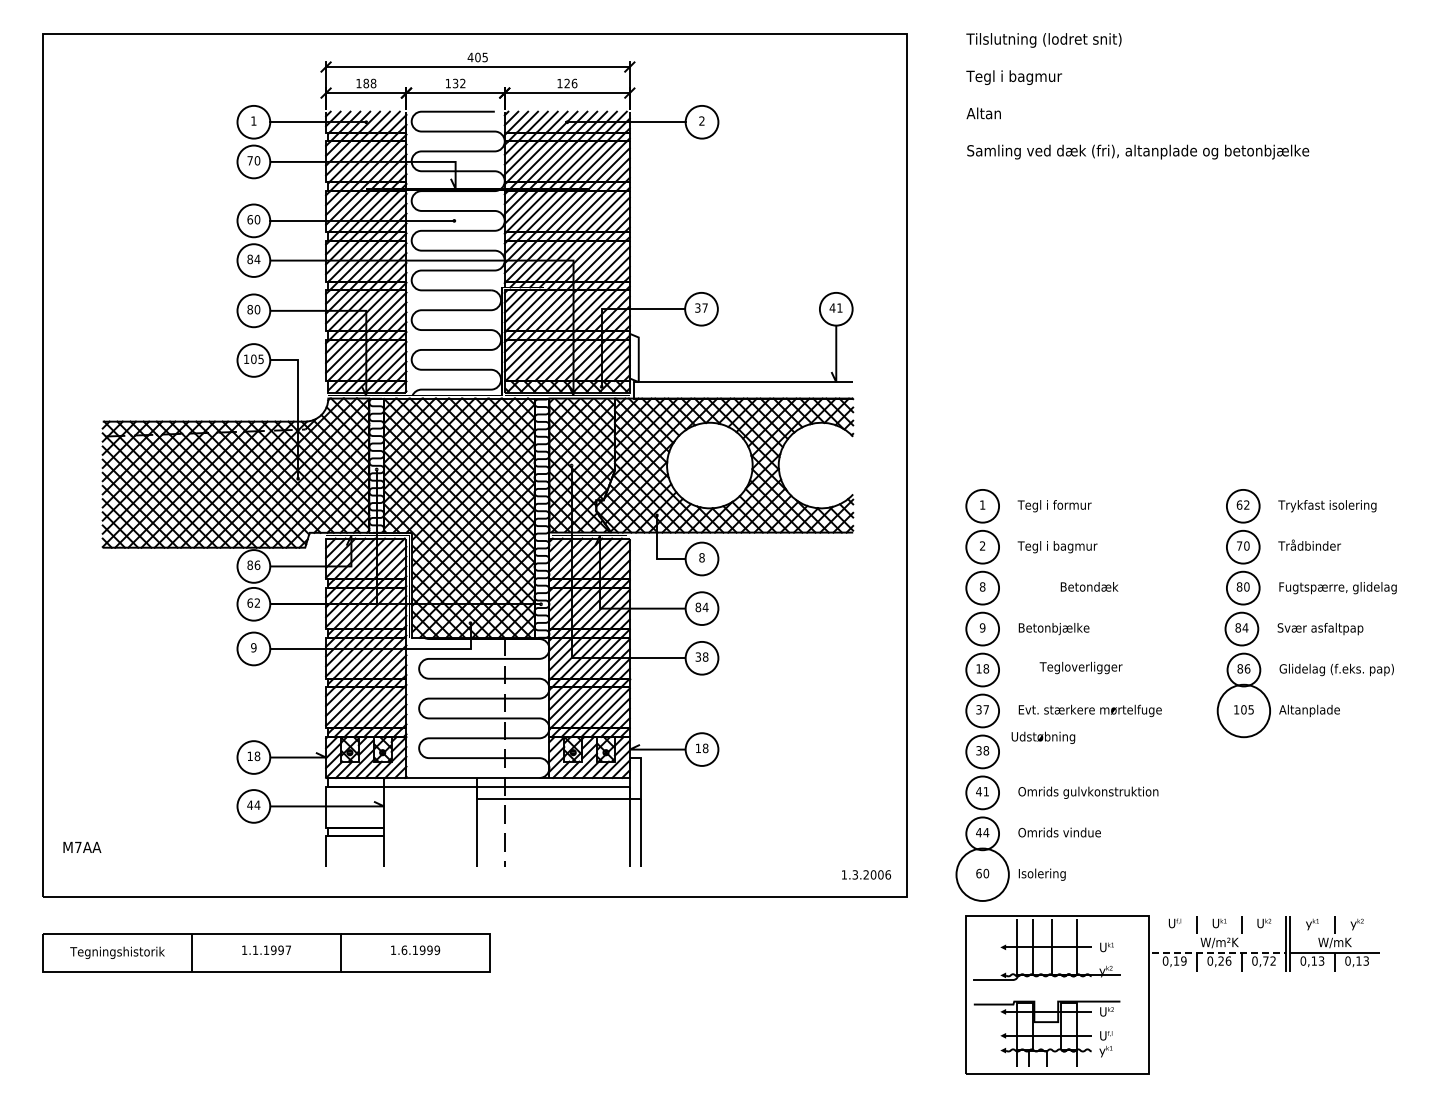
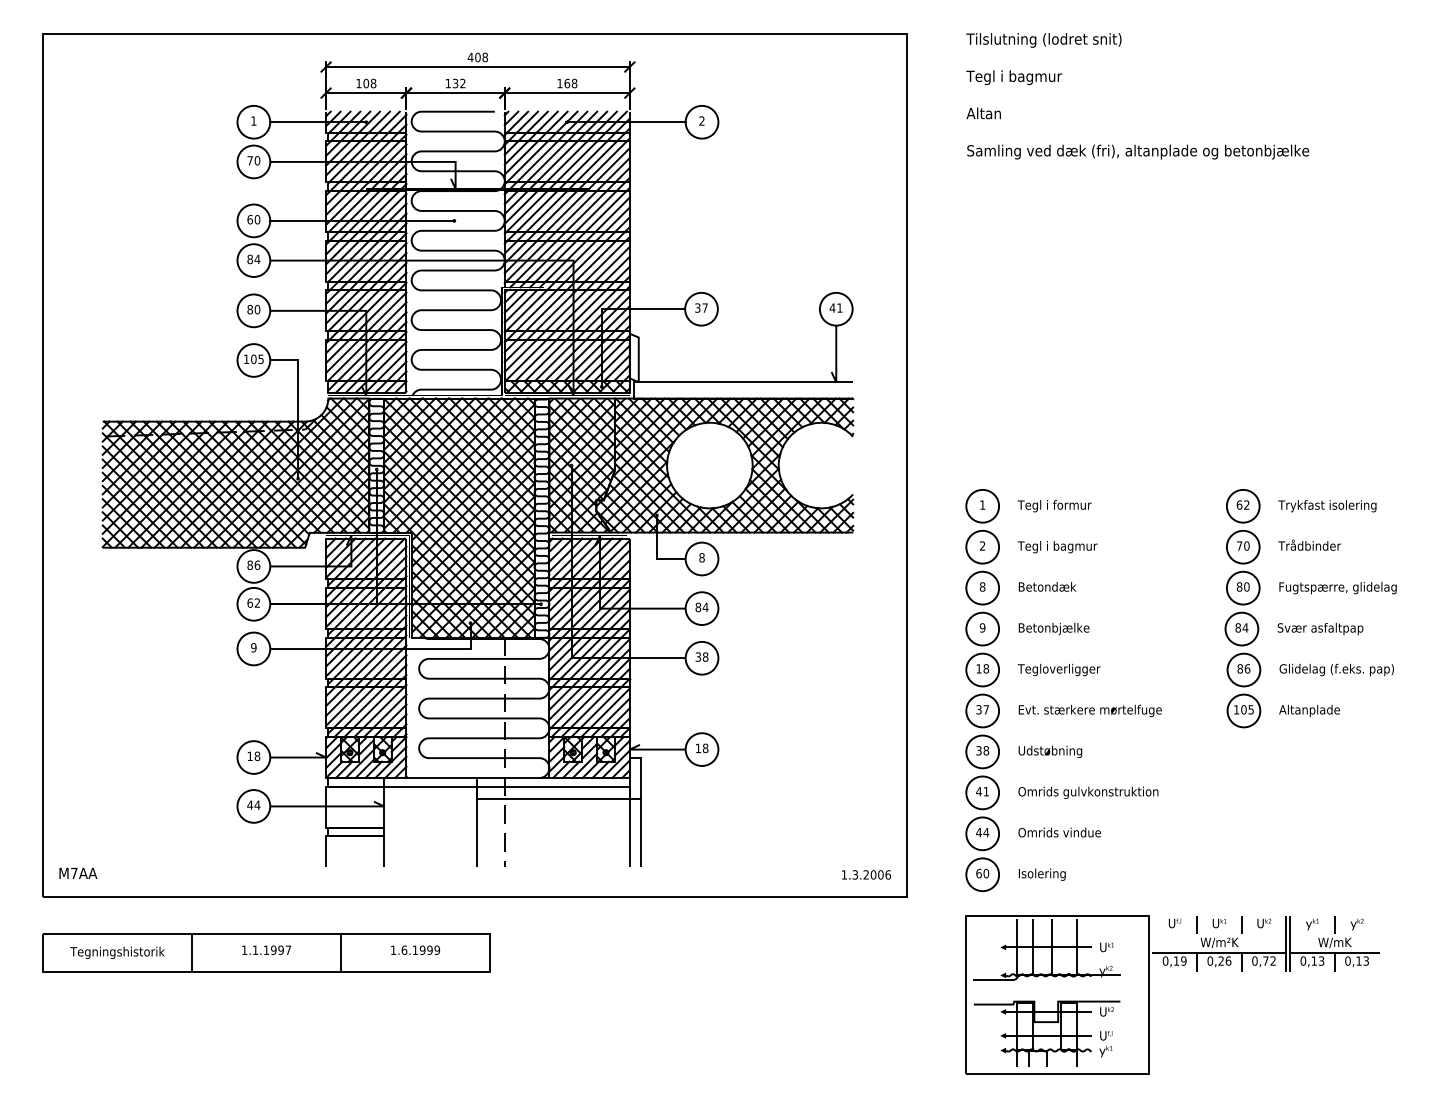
text at (485, 57): 405 -> 408
text at (366, 83): 188 -> 108
text at (570, 83): 126 -> 168
text at (1089, 586) position: (1089, 586) -> (1047, 586)
text at (1080, 667) position: (1080, 667) -> (1058, 669)
circle at (1243, 710) diameter: 52 px -> 33 px
text at (1043, 737) position: (1043, 737) -> (1050, 751)
text at (82, 846) position: (82, 846) -> (78, 872)
circle at (982, 874) diameter: 52 px -> 33 px
line at (1219, 952): dashed -> solid
